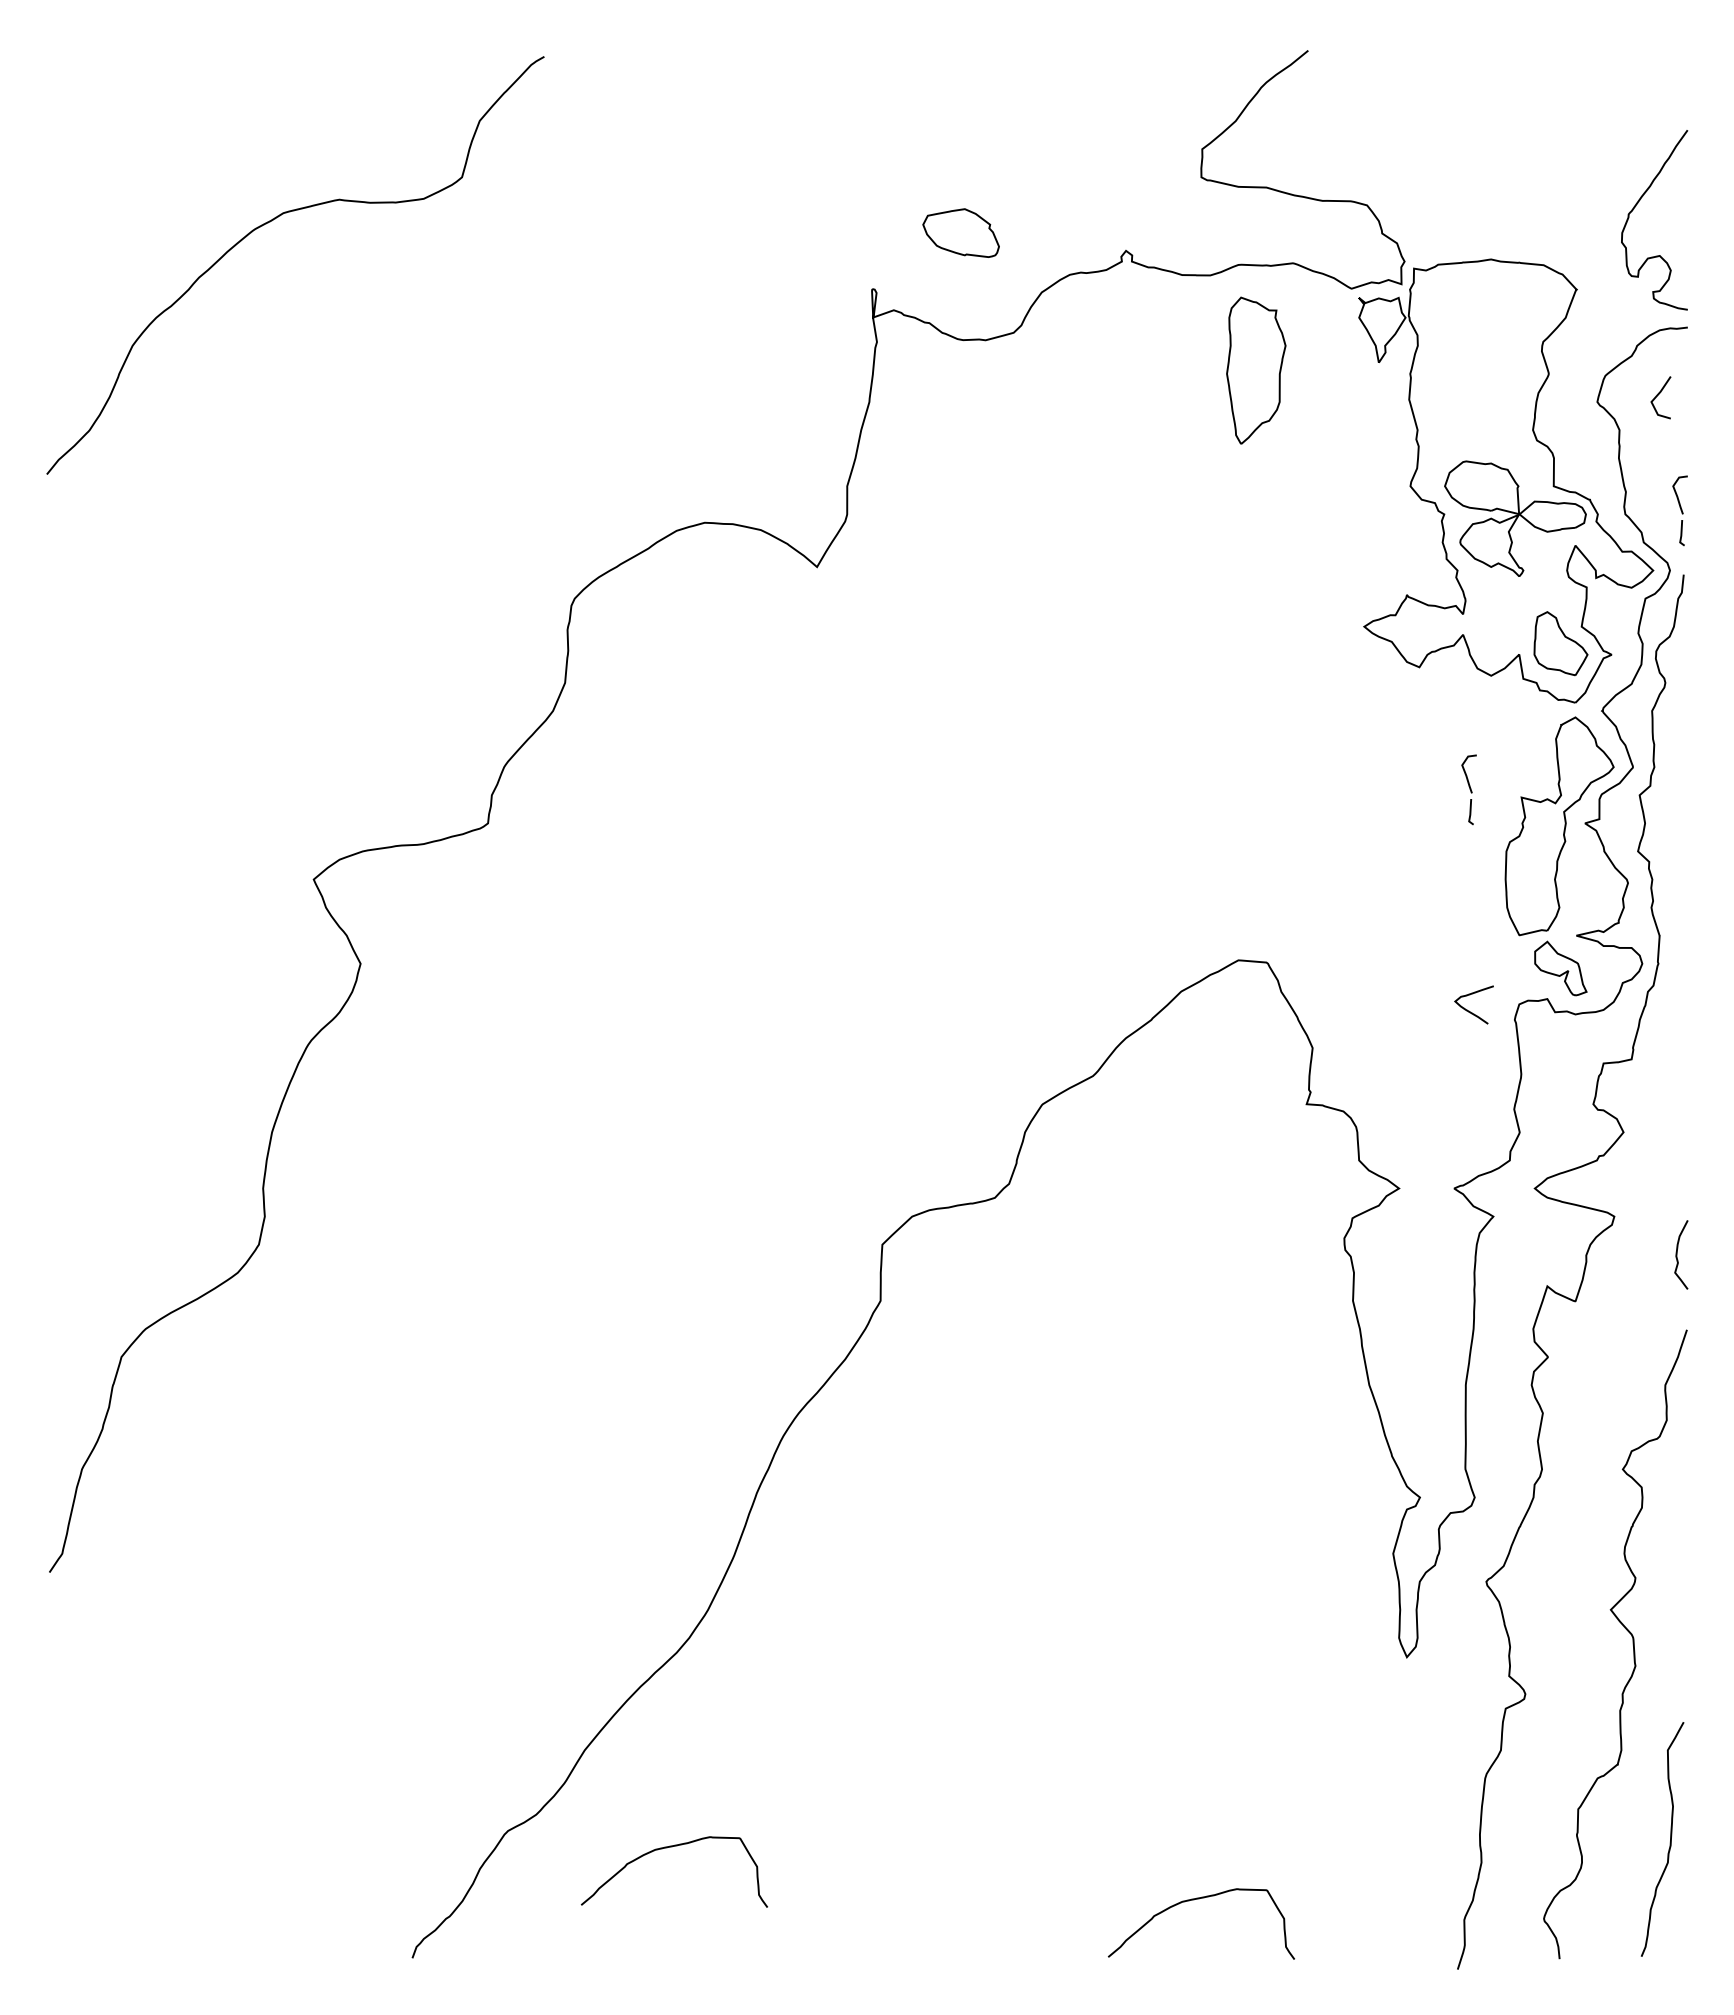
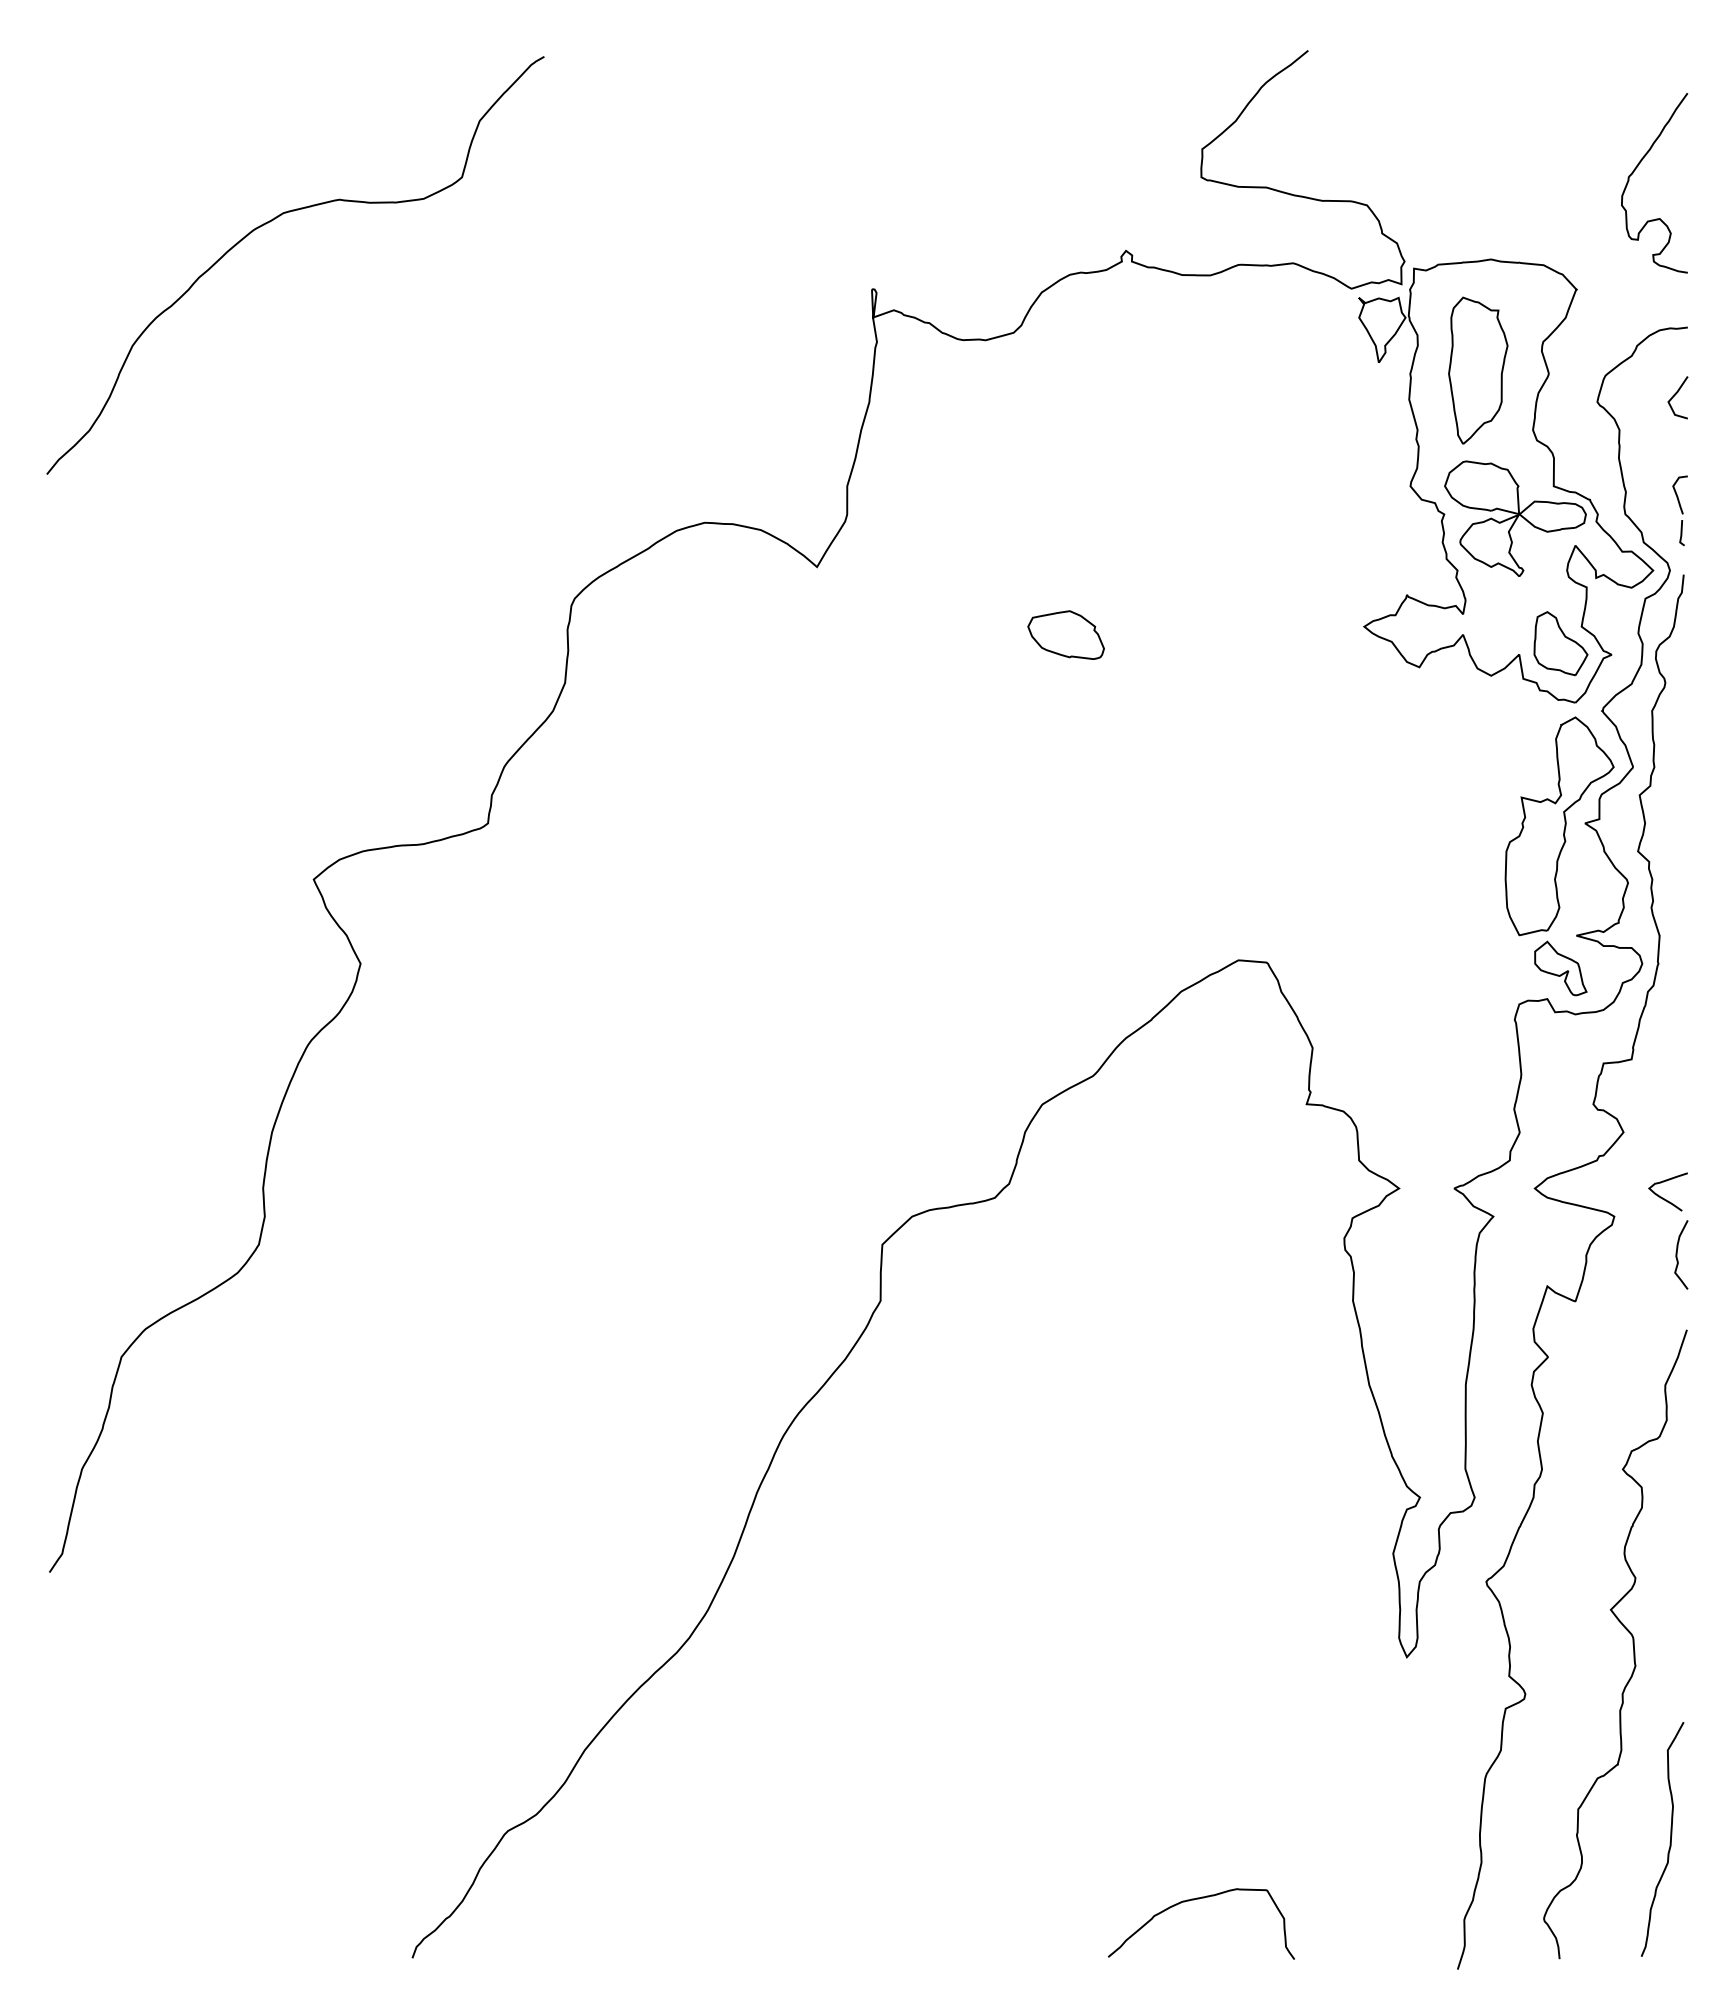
curve at (1636, 206) position: (1636, 206) -> (1636, 169)
part at (960, 232) position: (960, 232) -> (1065, 634)
part at (1256, 370) position: (1256, 370) -> (1478, 370)
line at (1658, 395) position: (1658, 395) -> (1675, 395)
part at (1468, 789): present -> none
curve at (1469, 1010) position: (1469, 1010) -> (1663, 1197)
curve at (667, 1848): present -> none
